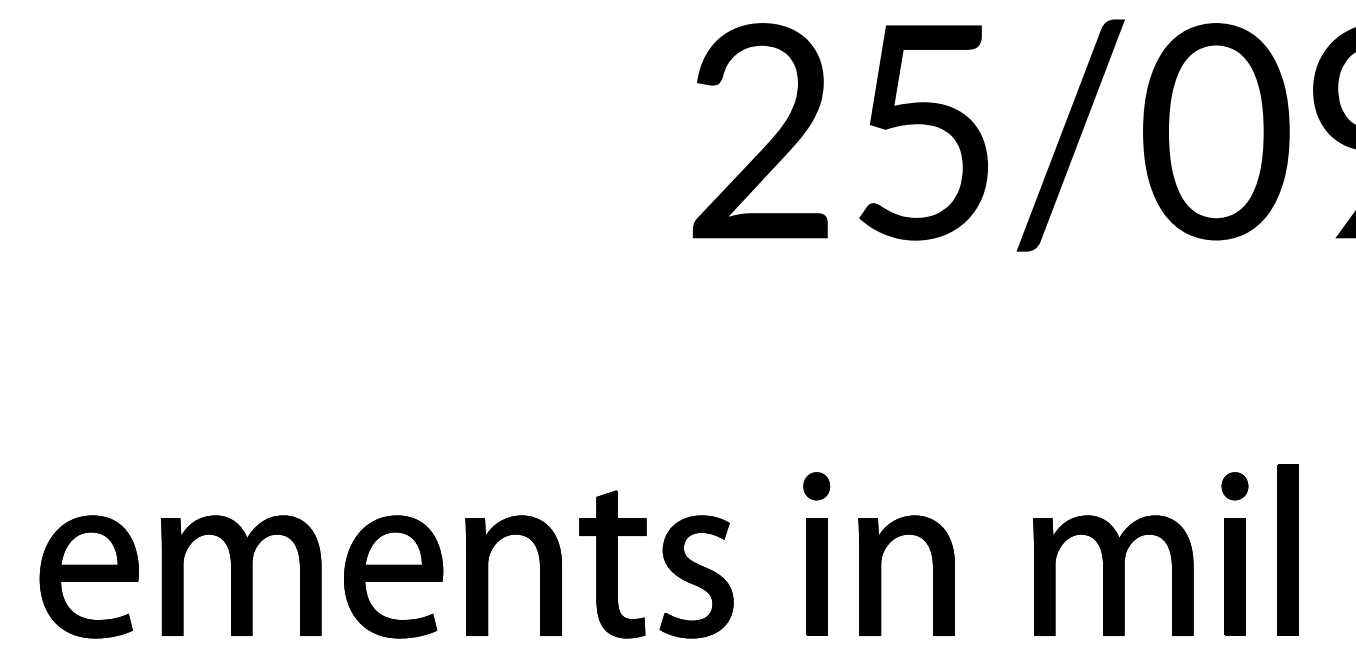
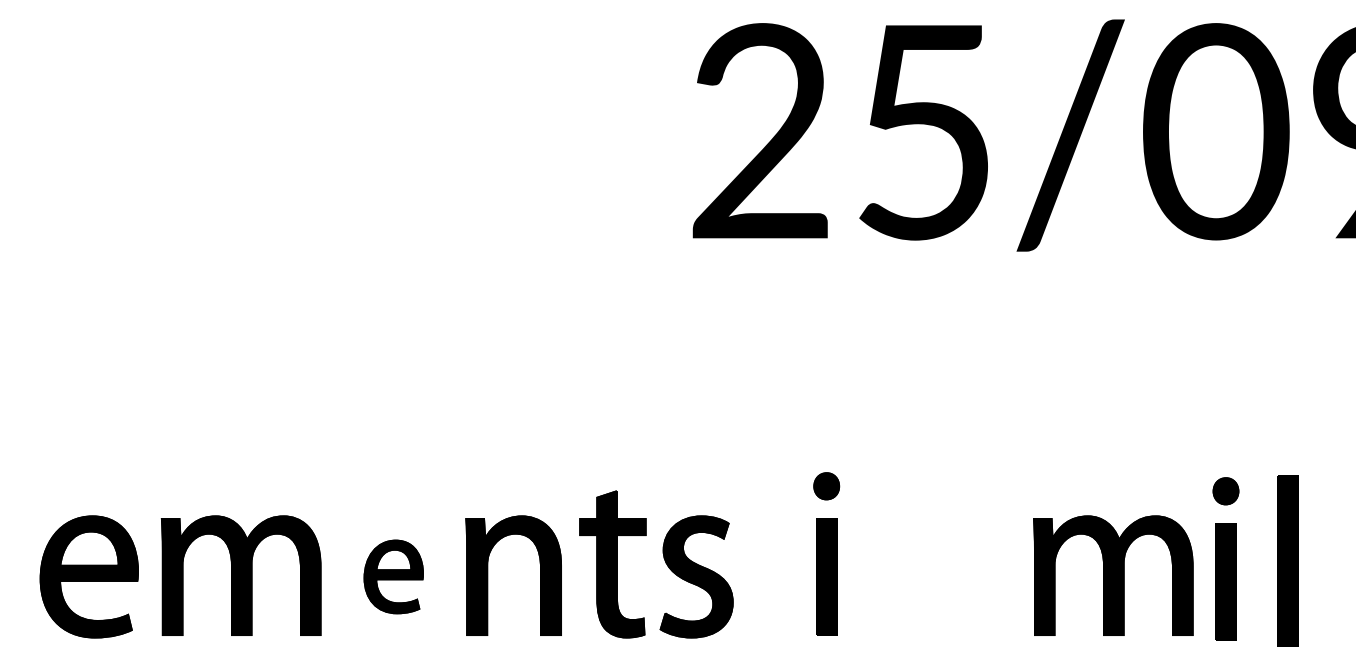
part at (1287, 549) position: (1287, 549) -> (1287, 560)
part at (816, 553) position: (816, 553) -> (826, 553)
part at (1234, 553) position: (1234, 553) -> (1225, 558)
part at (881, 575): present -> none
part at (393, 576) size: 100x124 px -> 61x76 px
